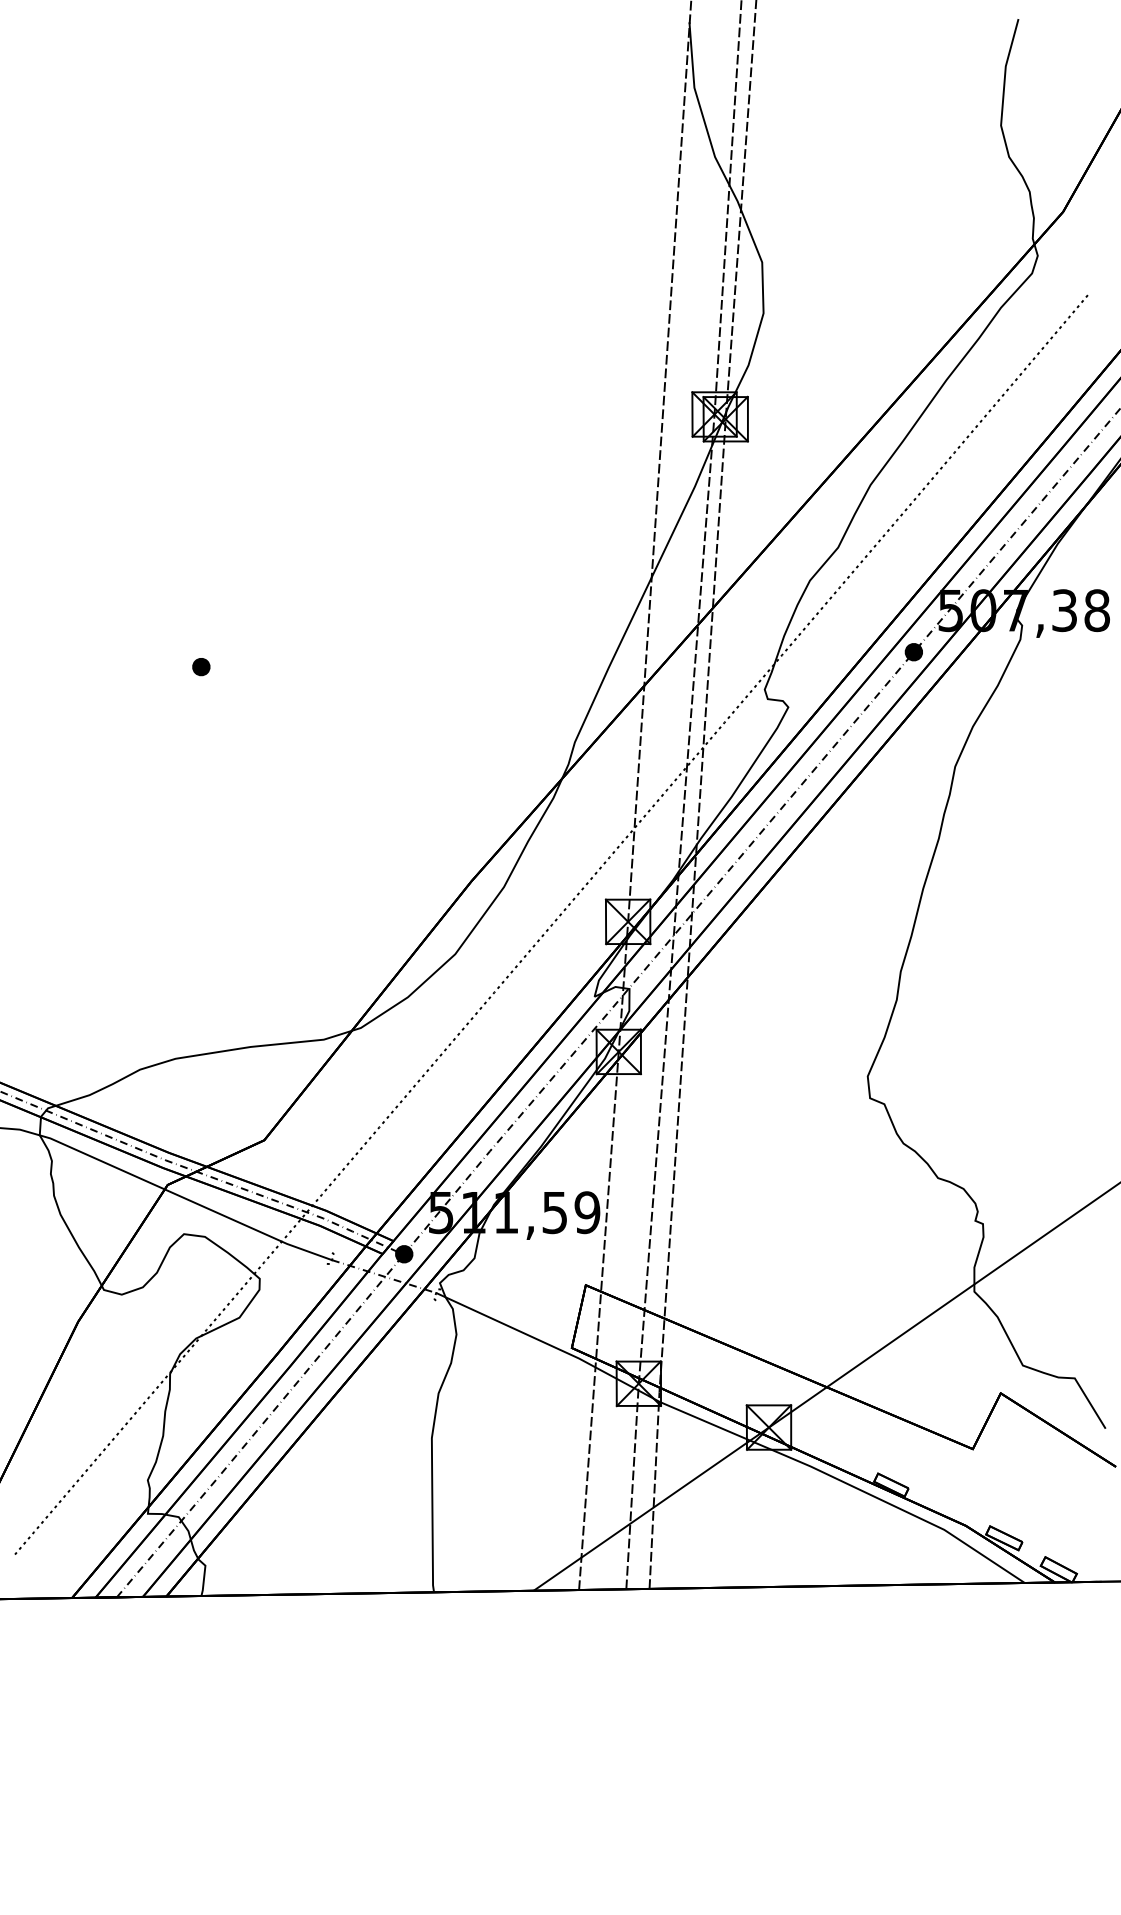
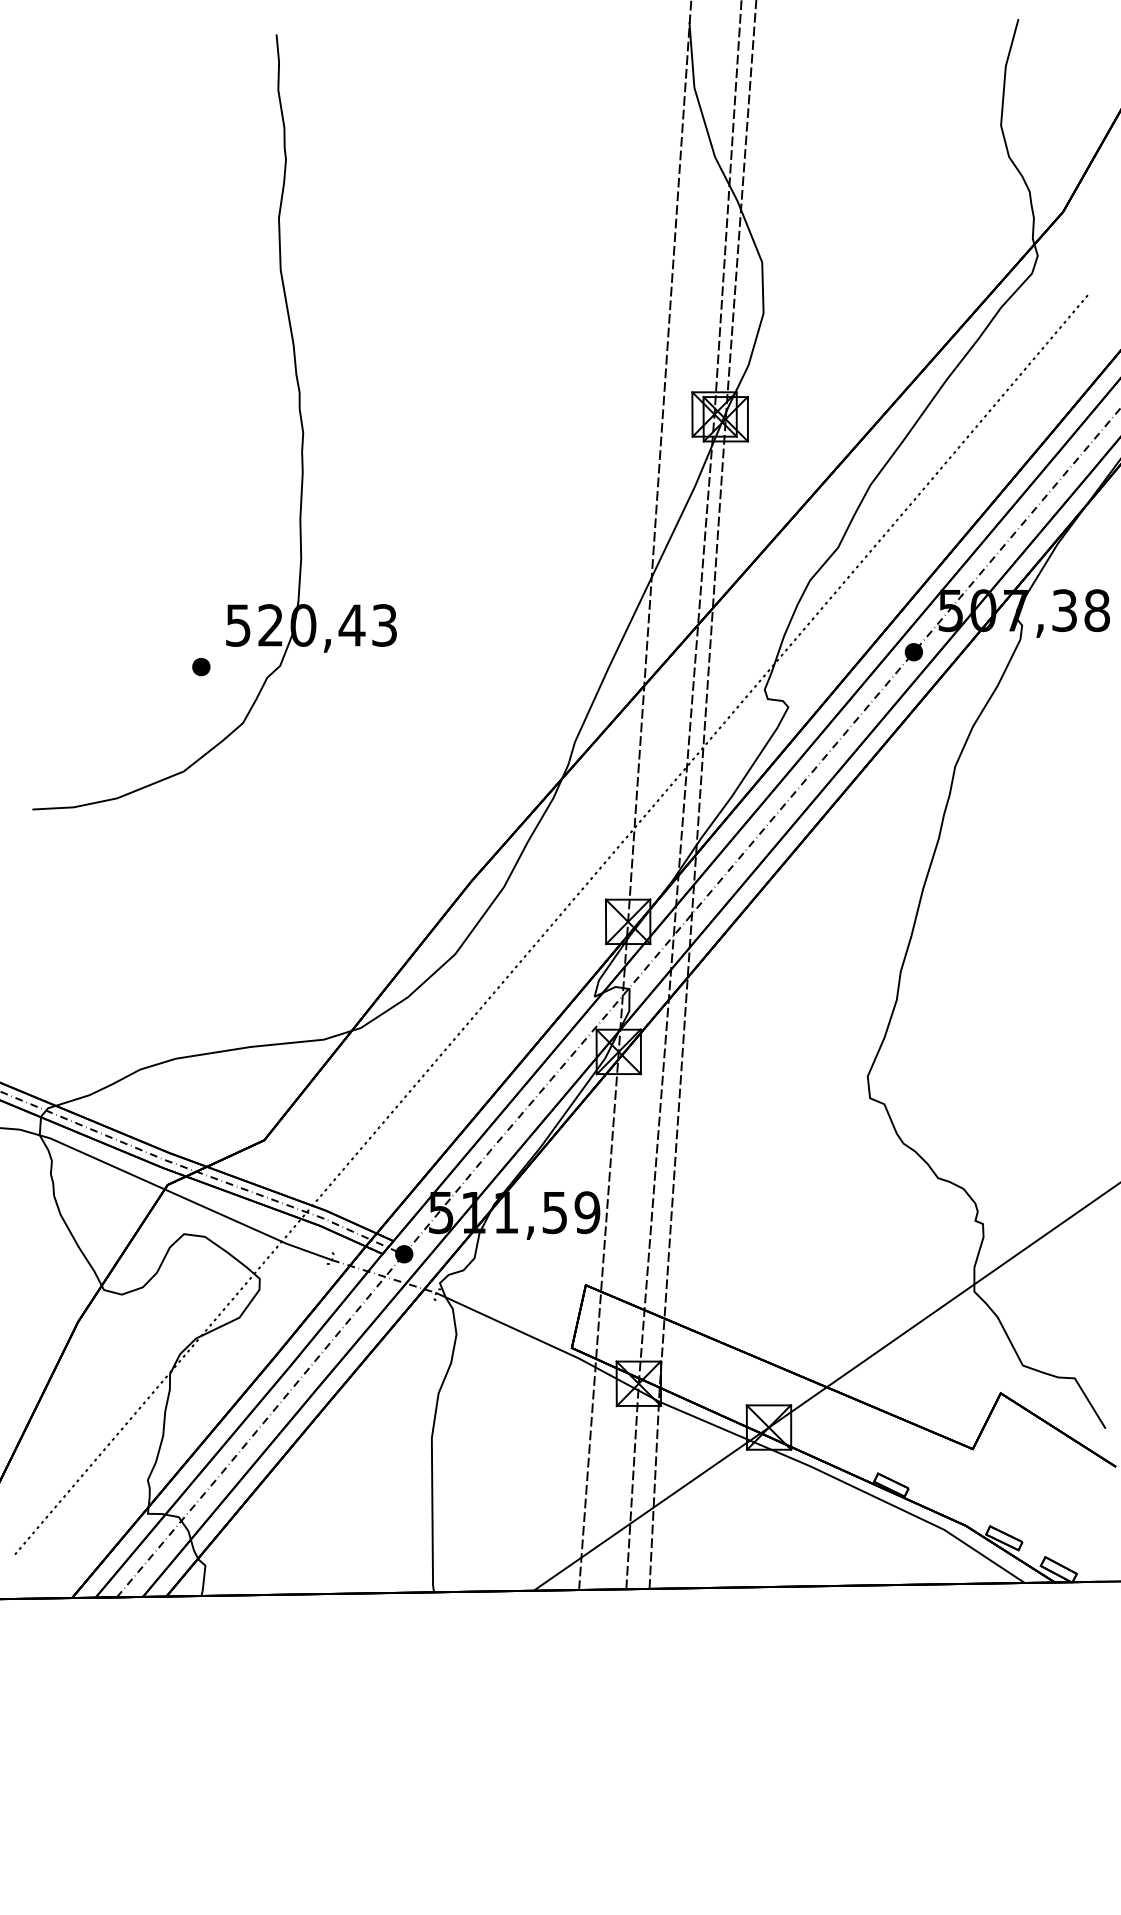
part at (298, 409): none -> present
